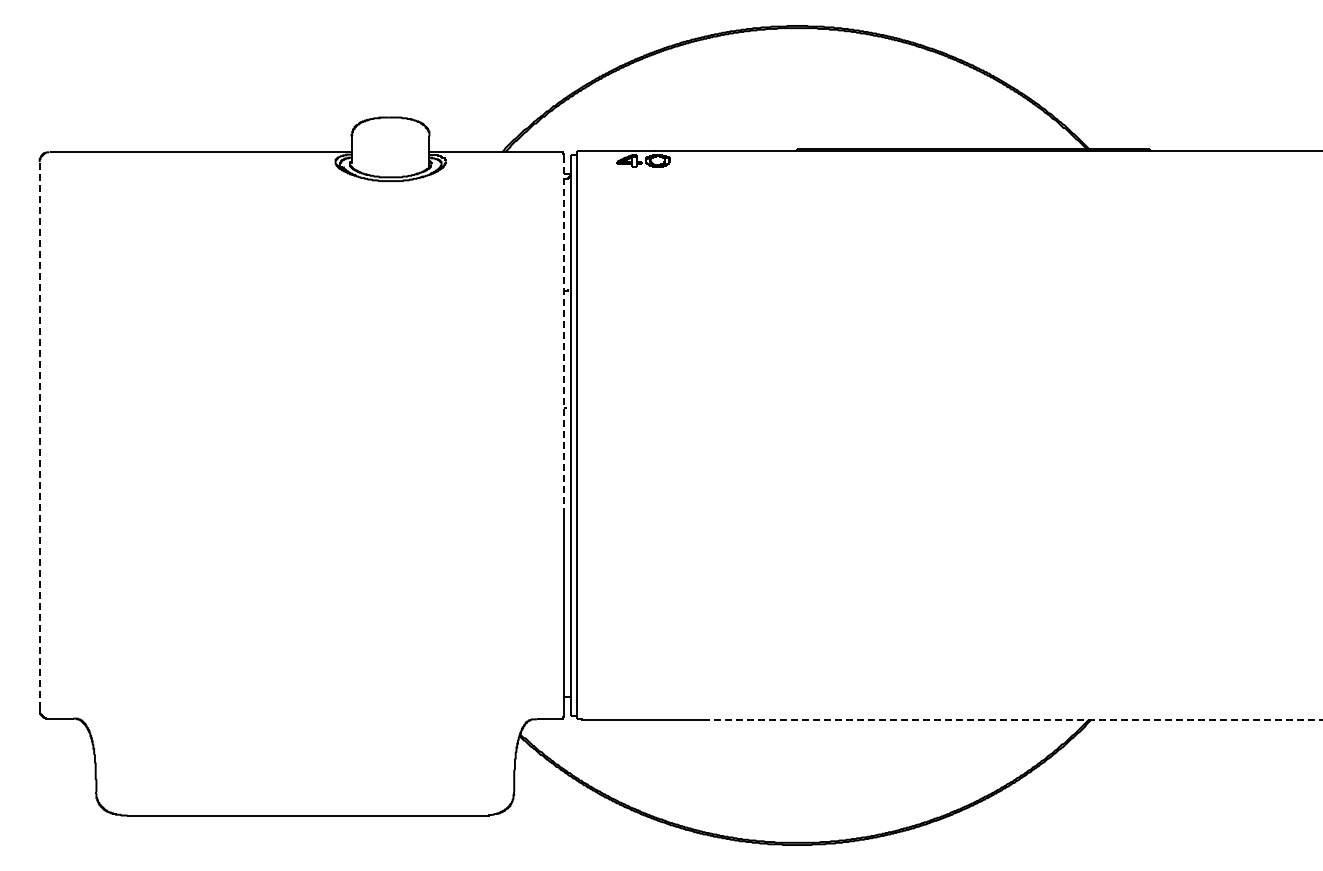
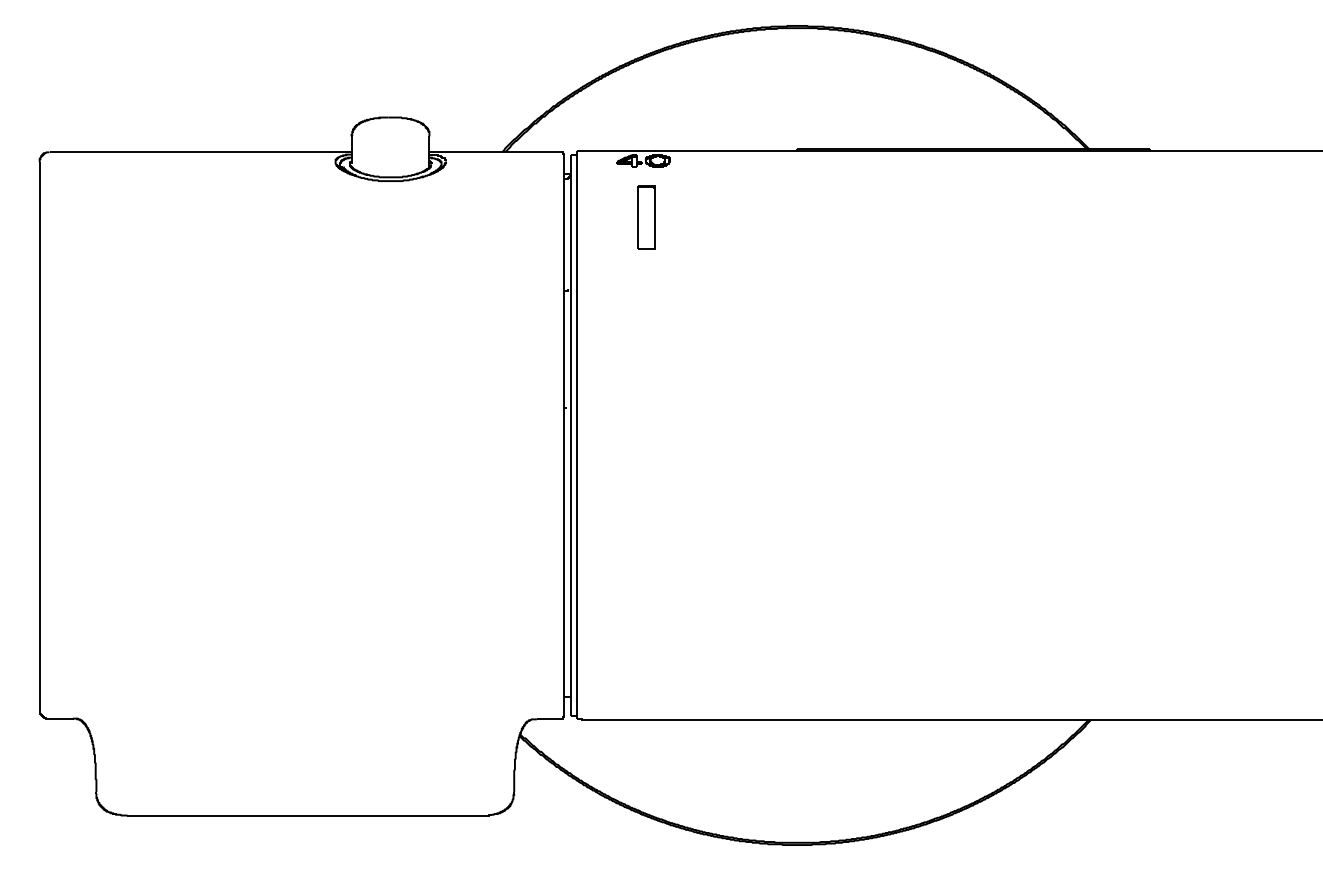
part at (646, 217): none -> present
line at (564, 332): dashed -> solid
line at (39, 434): dashed -> solid
line at (1013, 720): dashed -> solid
